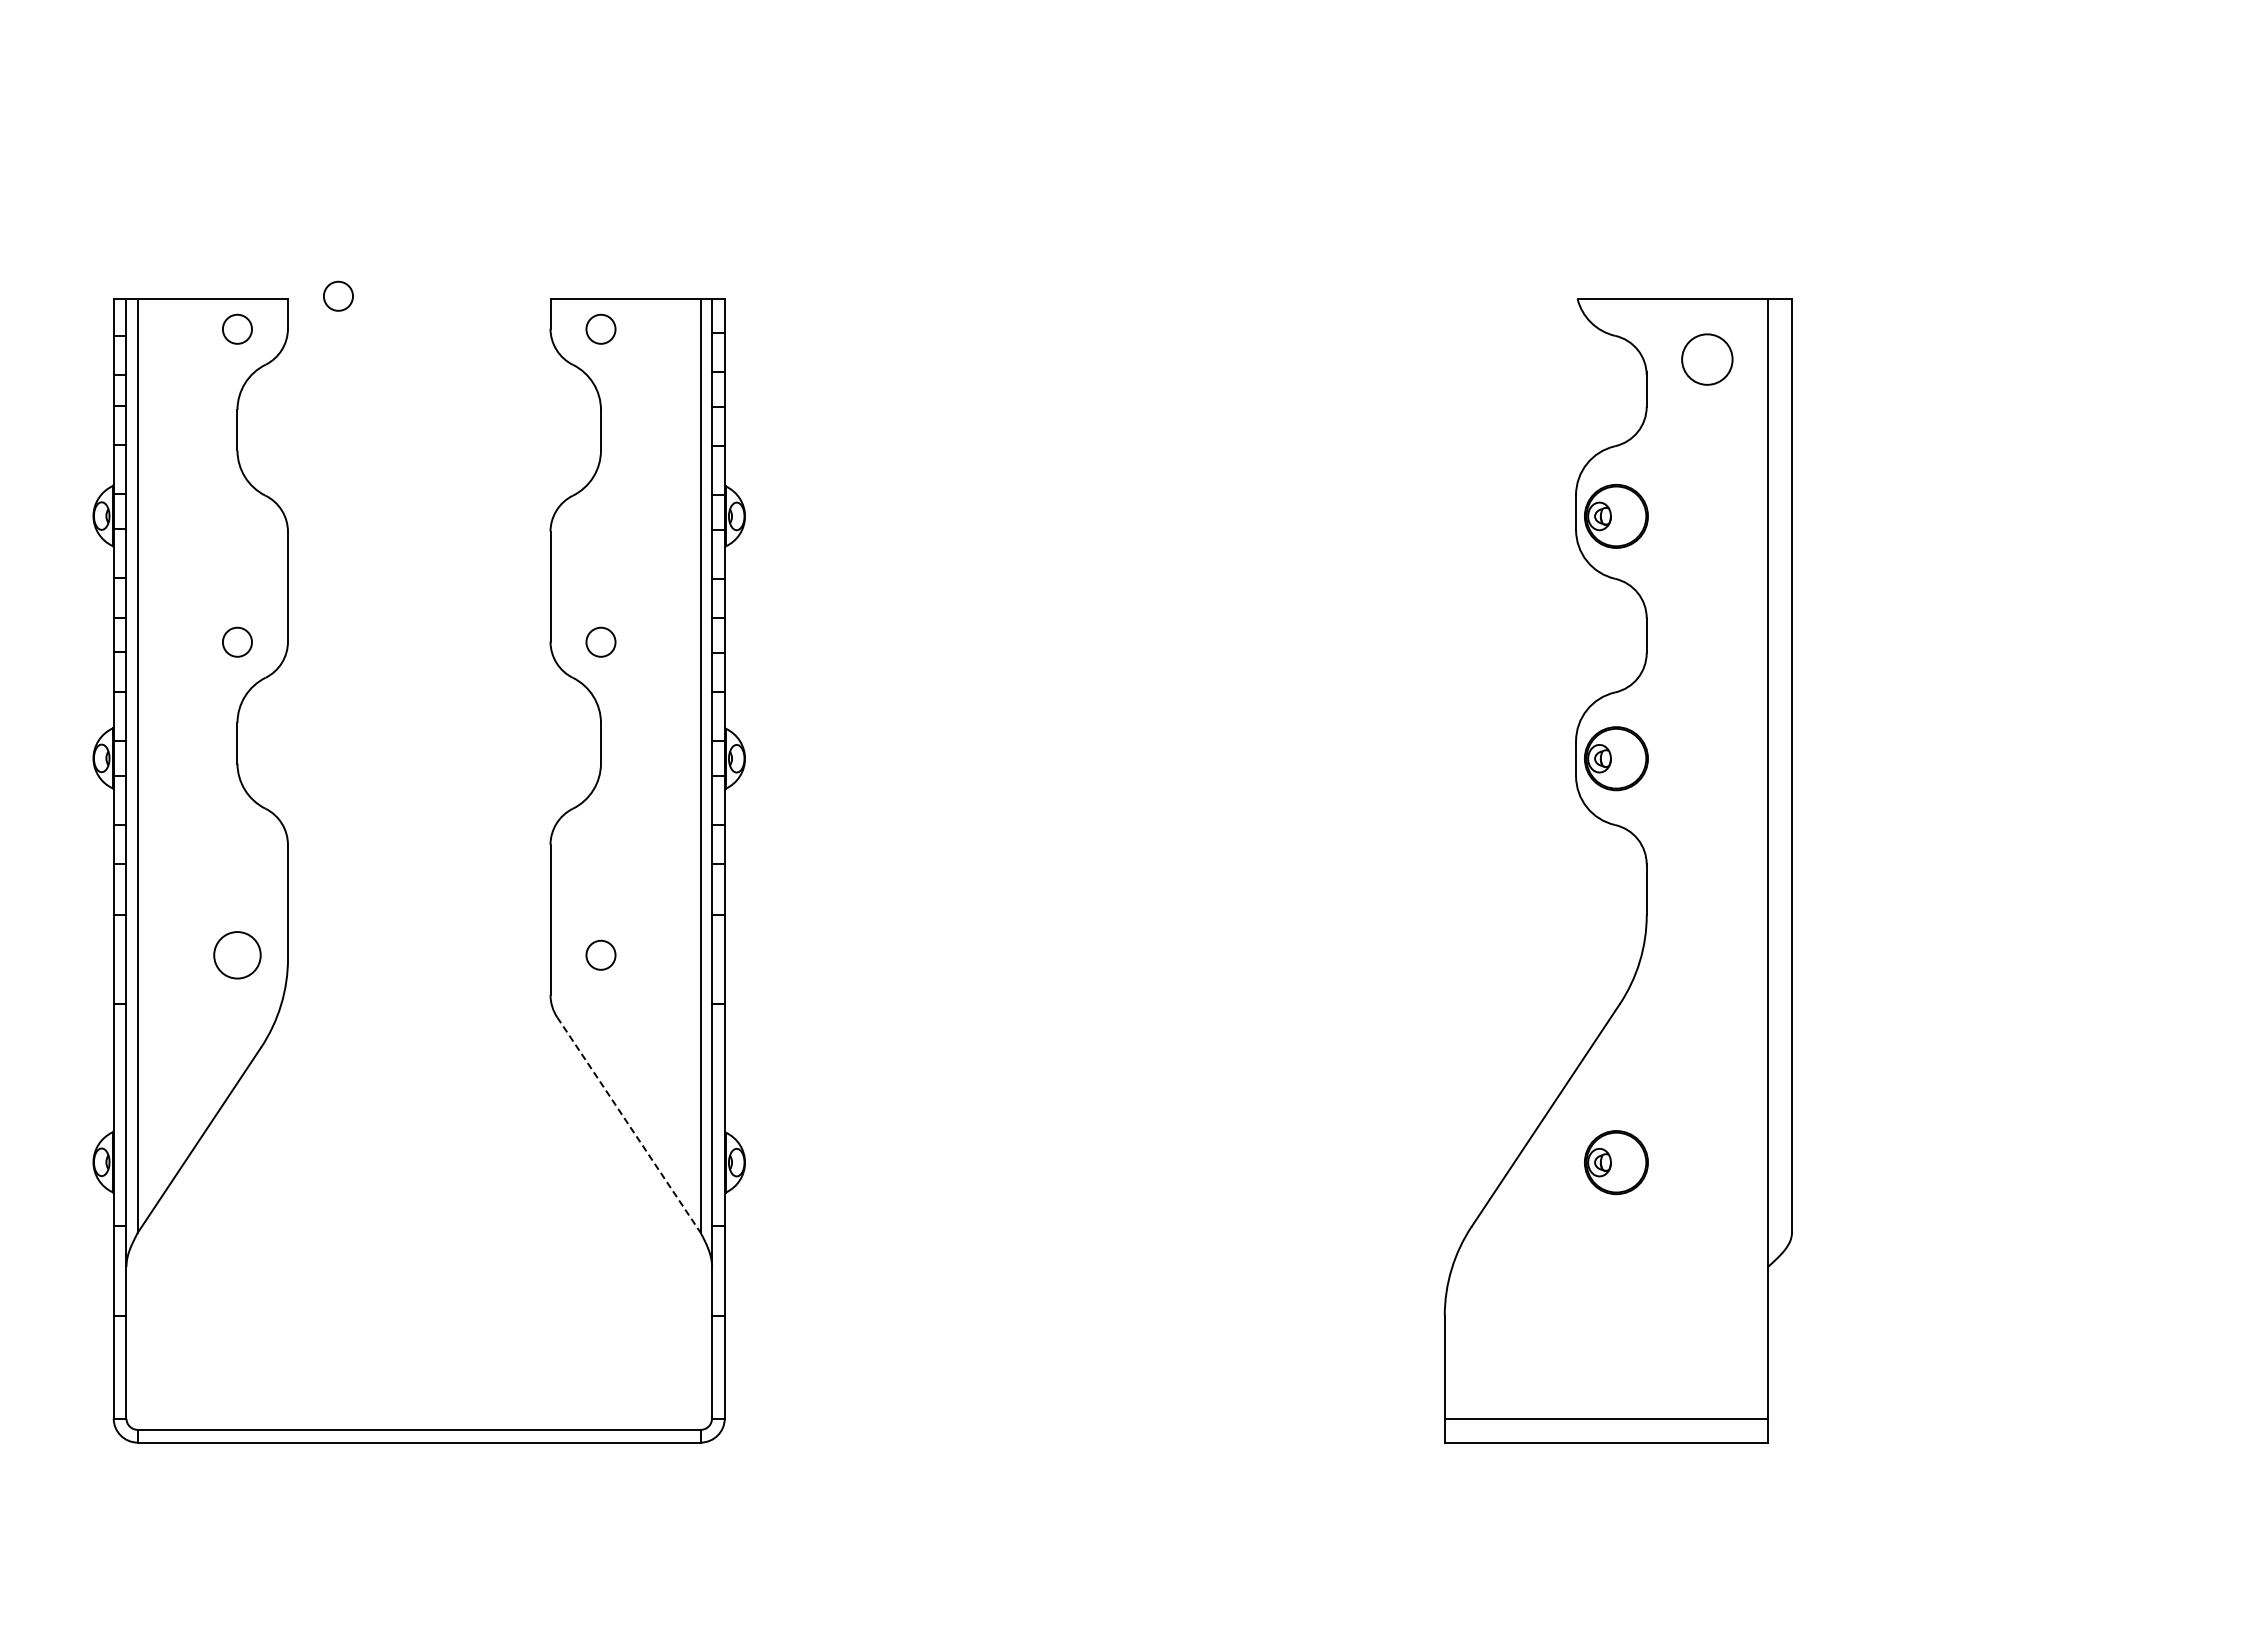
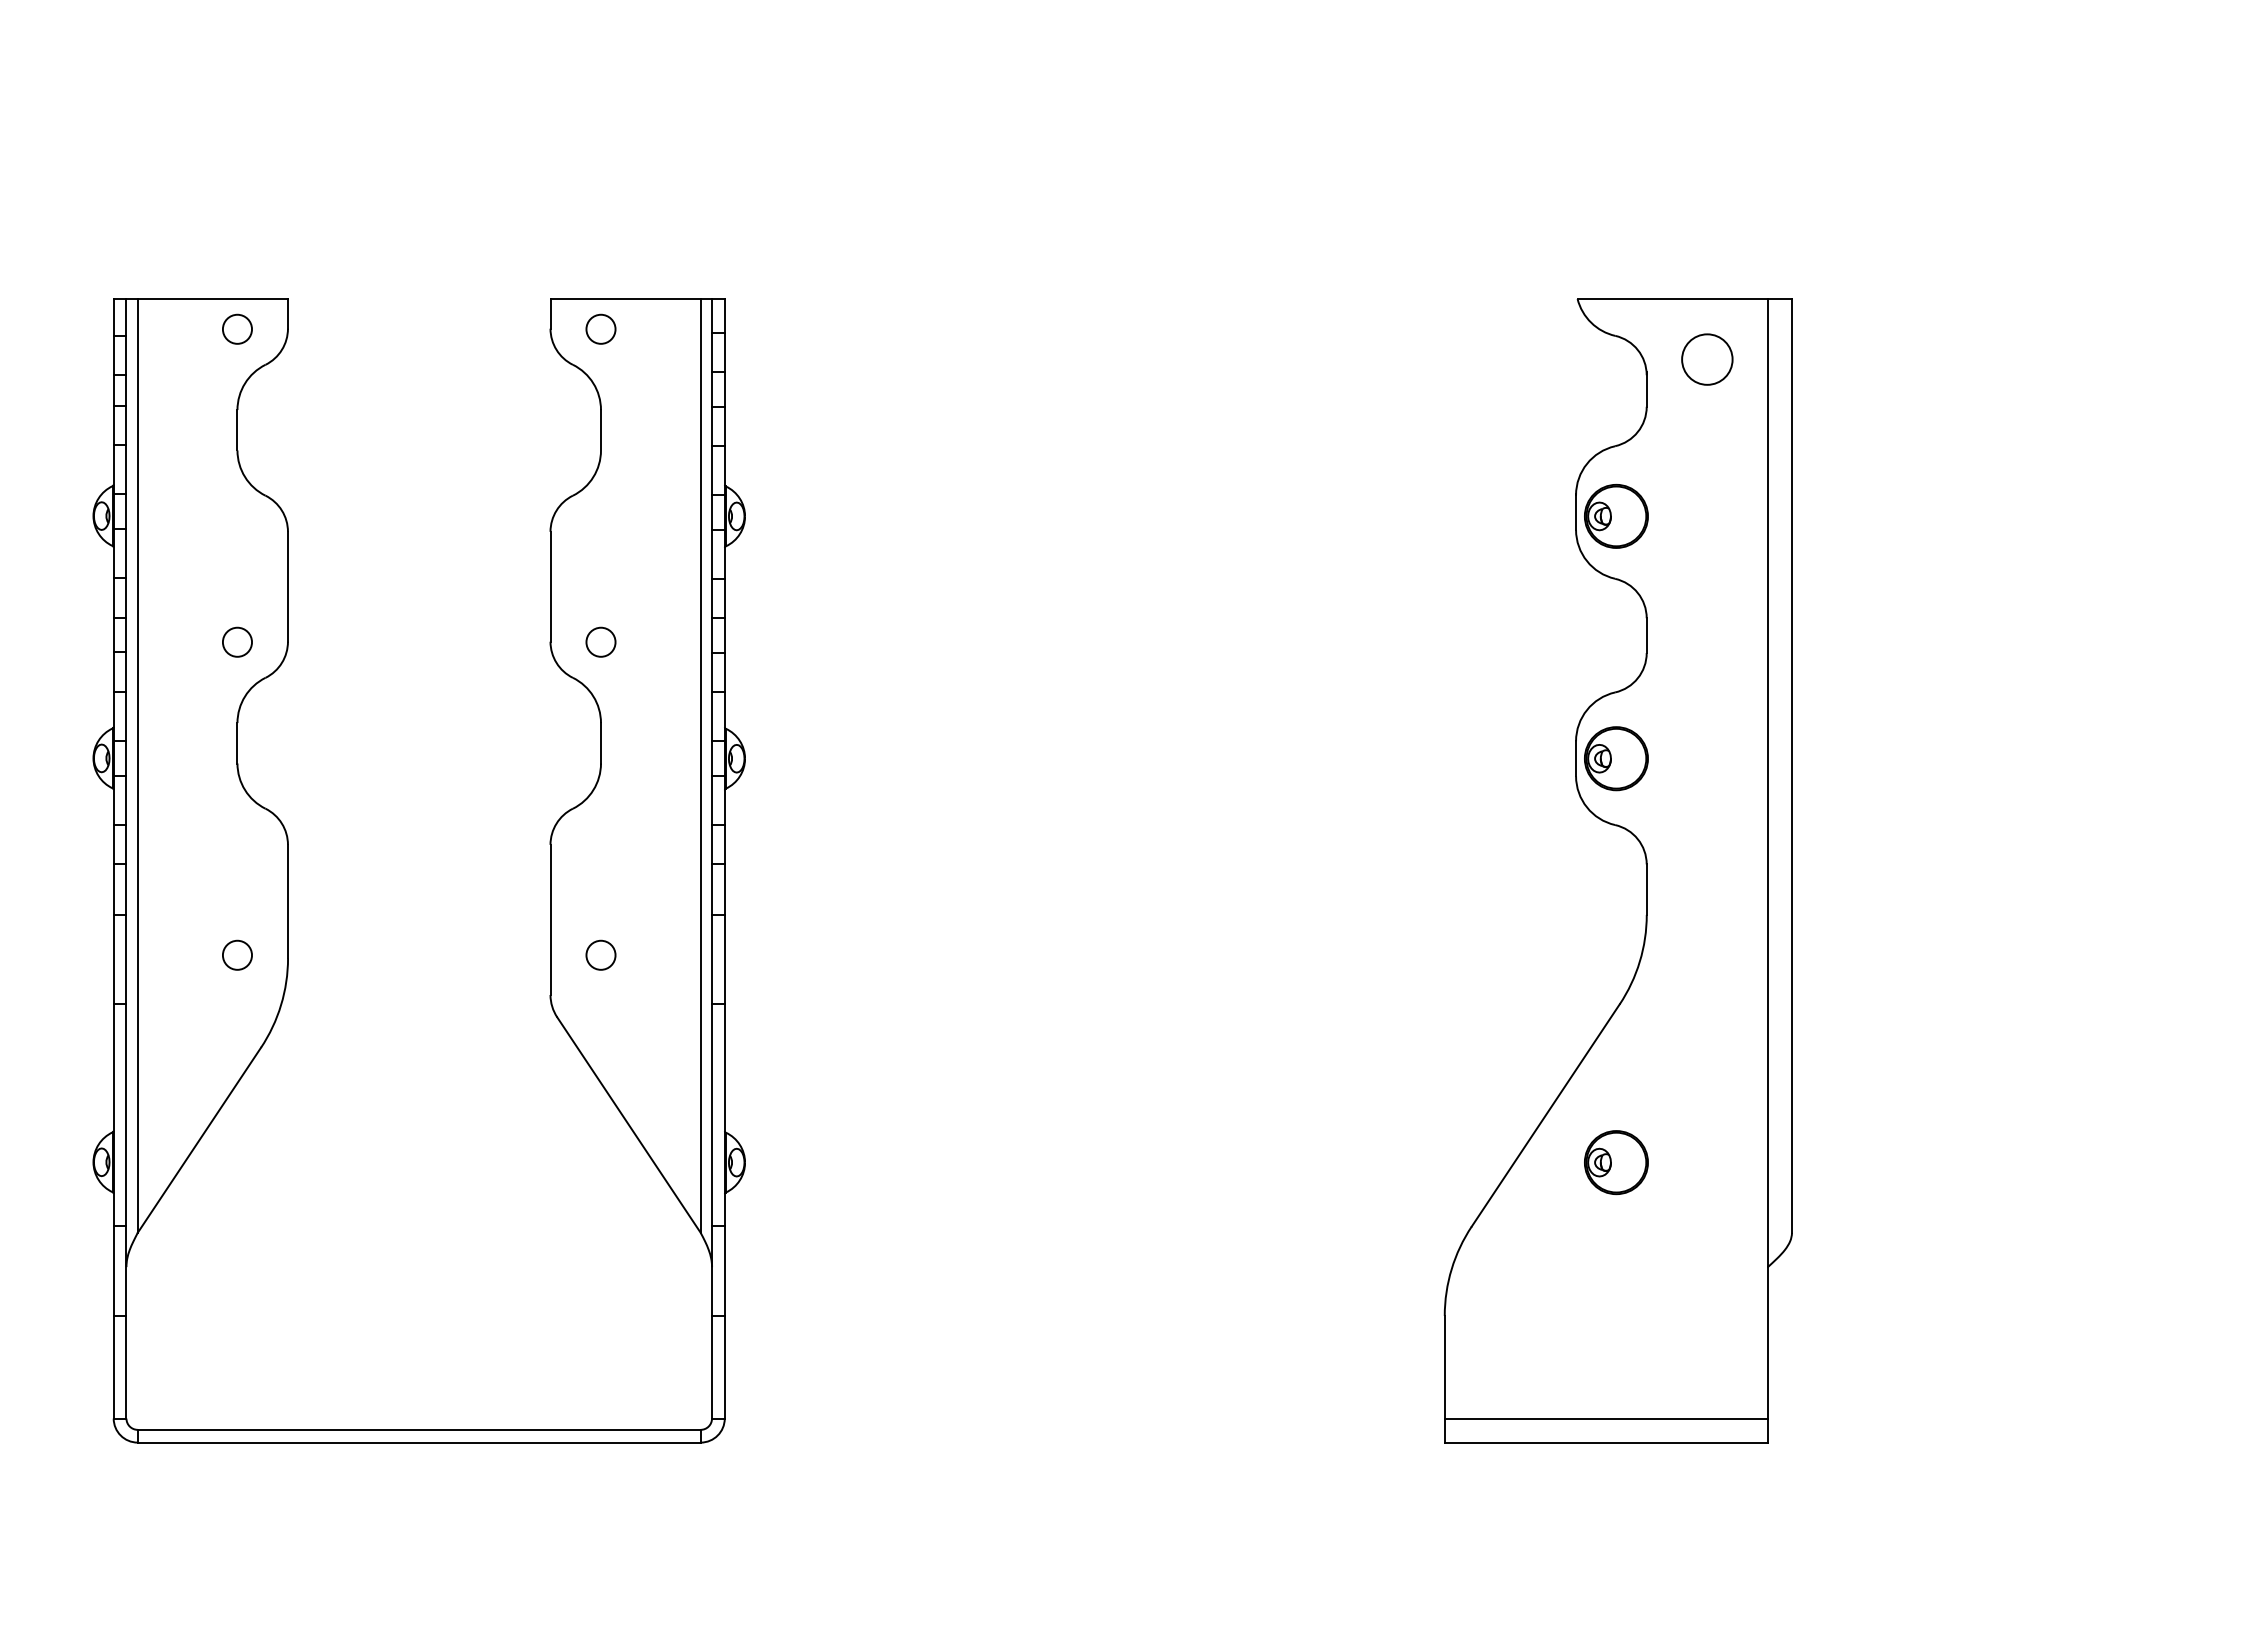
circle at (338, 295): present -> none
circle at (237, 955) diameter: 47 px -> 29 px
line at (629, 1125): dashed -> solid
